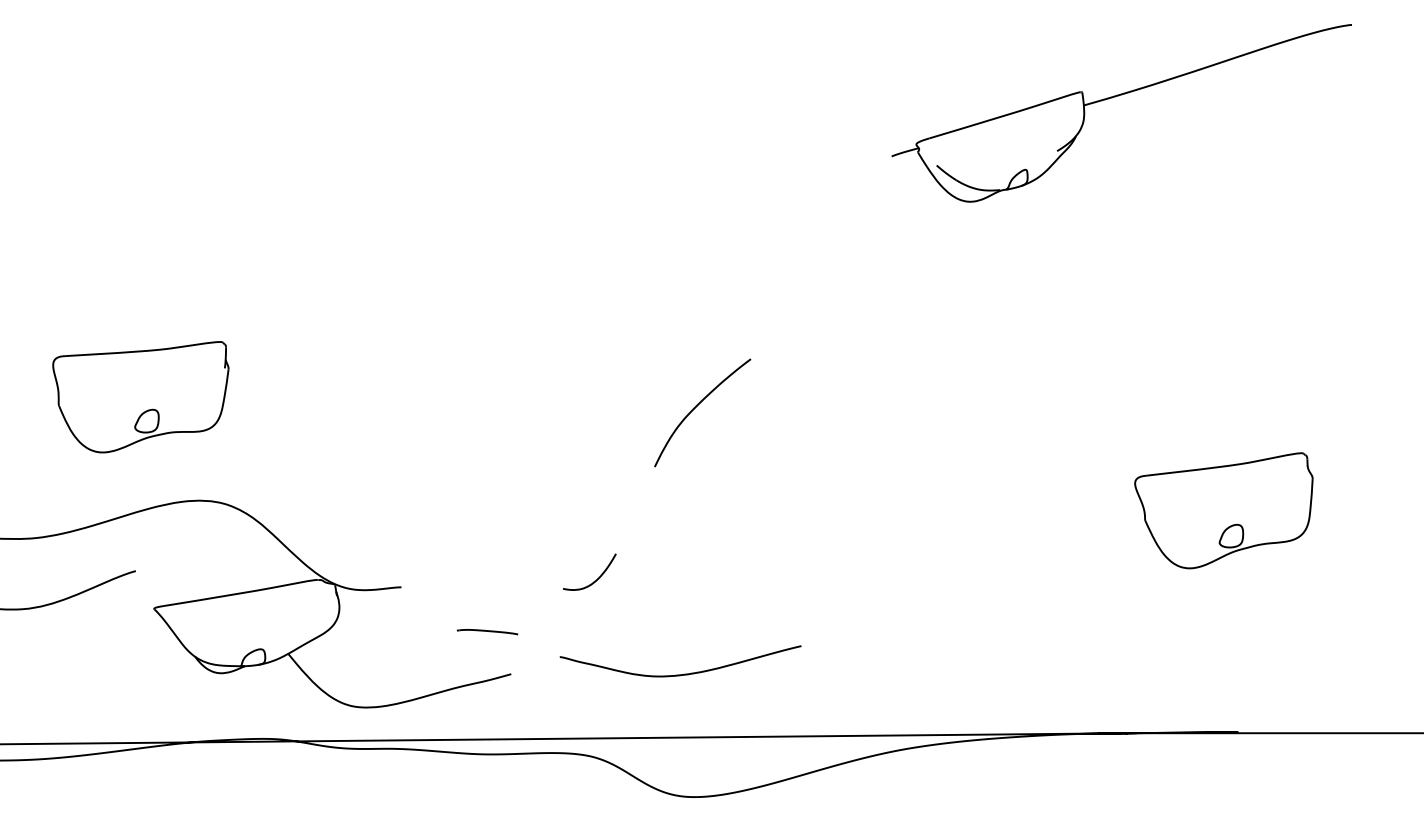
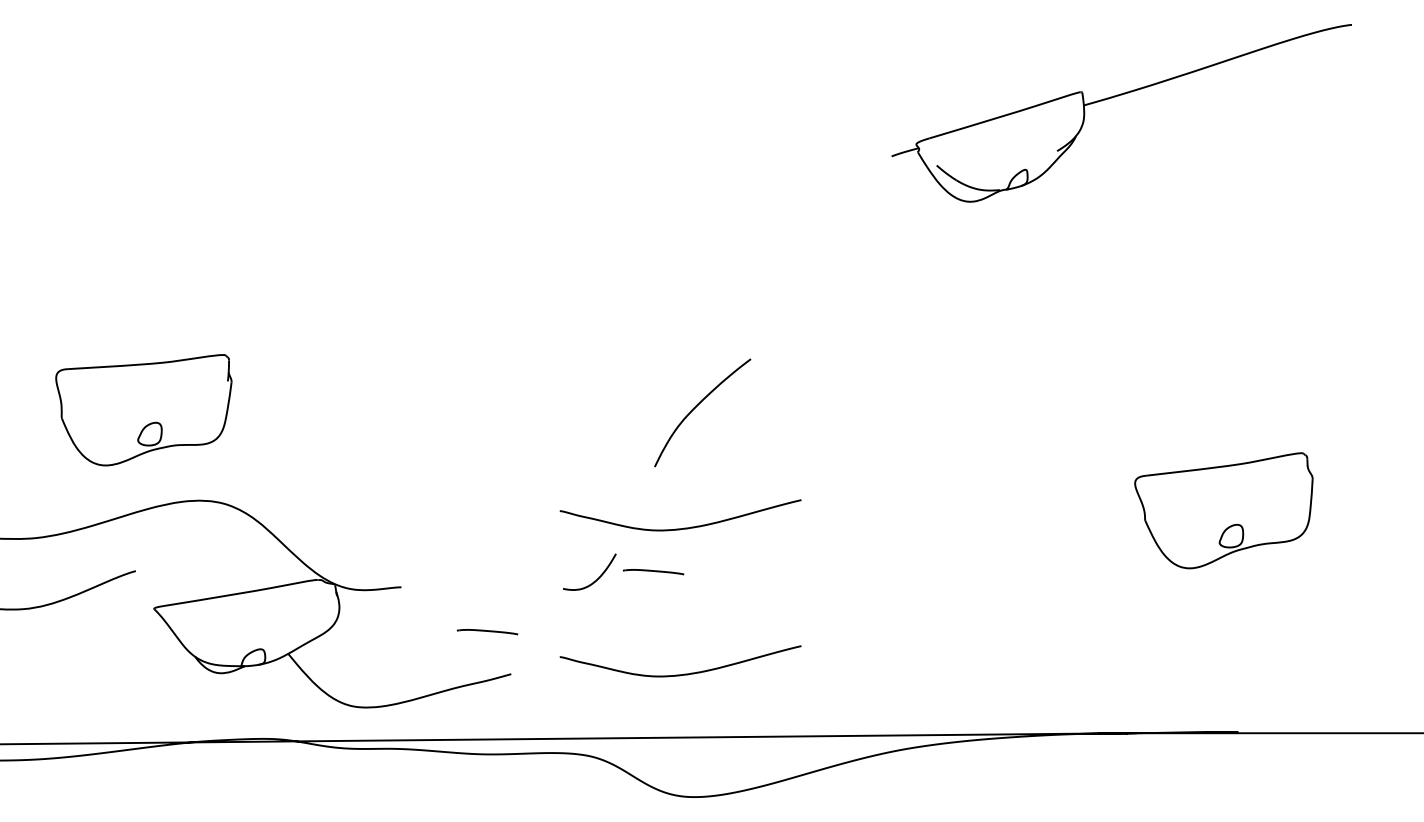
part at (140, 397) position: (140, 397) -> (143, 410)
curve at (684, 527): none -> present
part at (653, 572): none -> present
